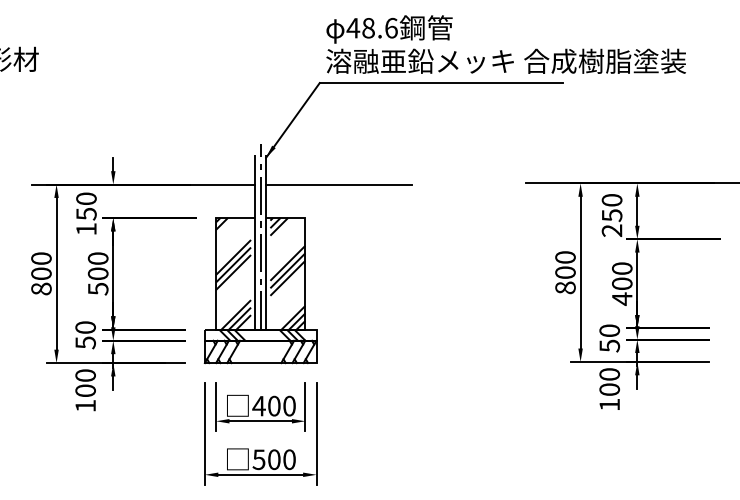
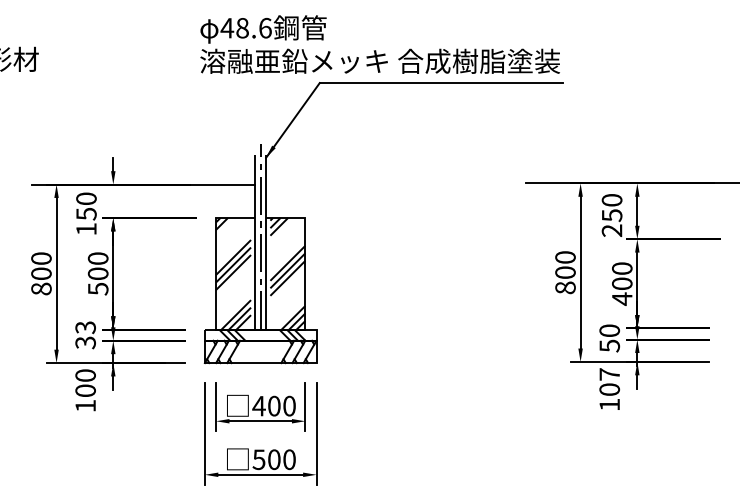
text at (505, 44) position: (505, 44) -> (379, 44)
line at (338, 184): present -> none
text at (85, 334): 50 -> 33
text at (609, 374): 100 -> 107
